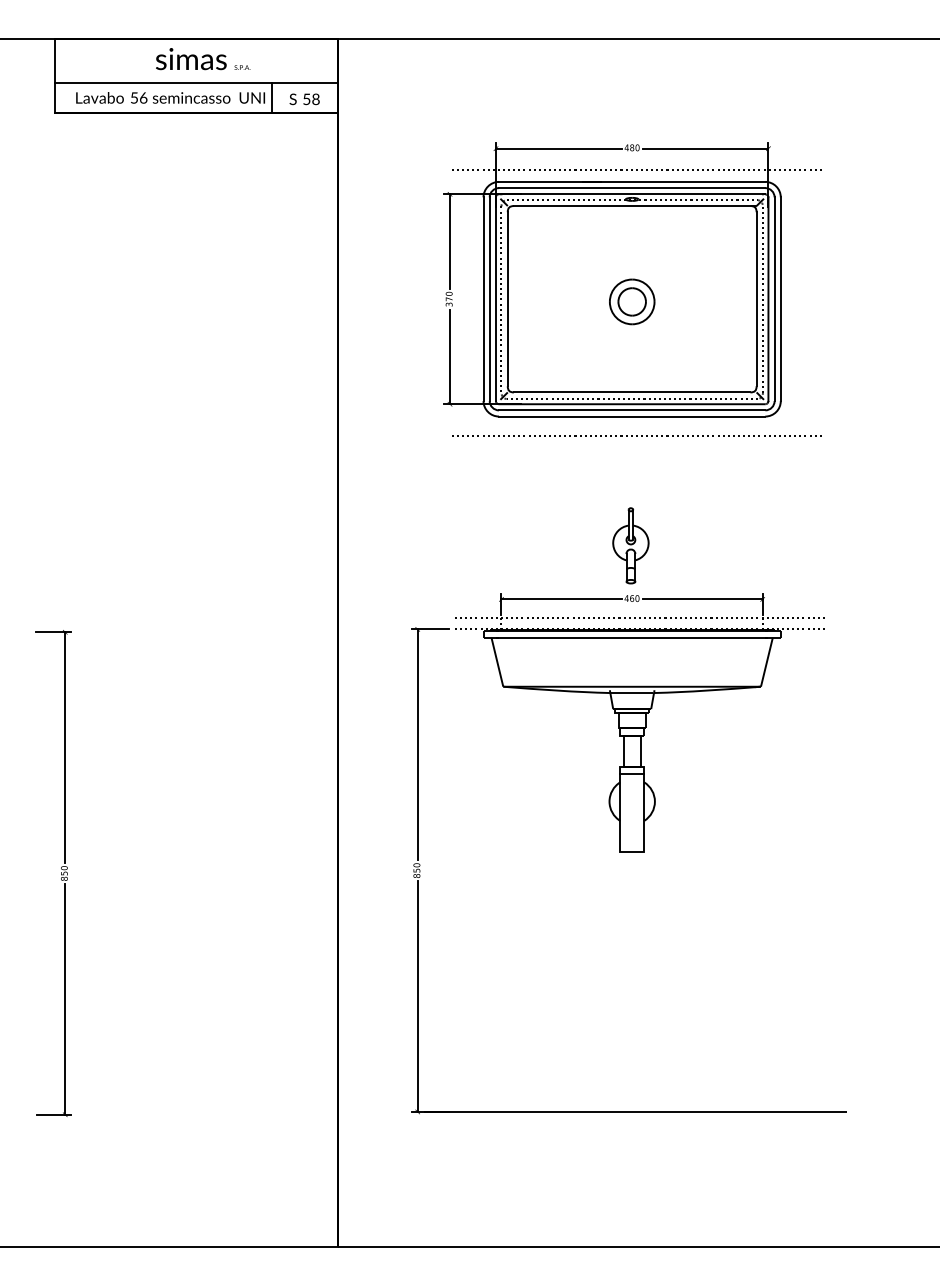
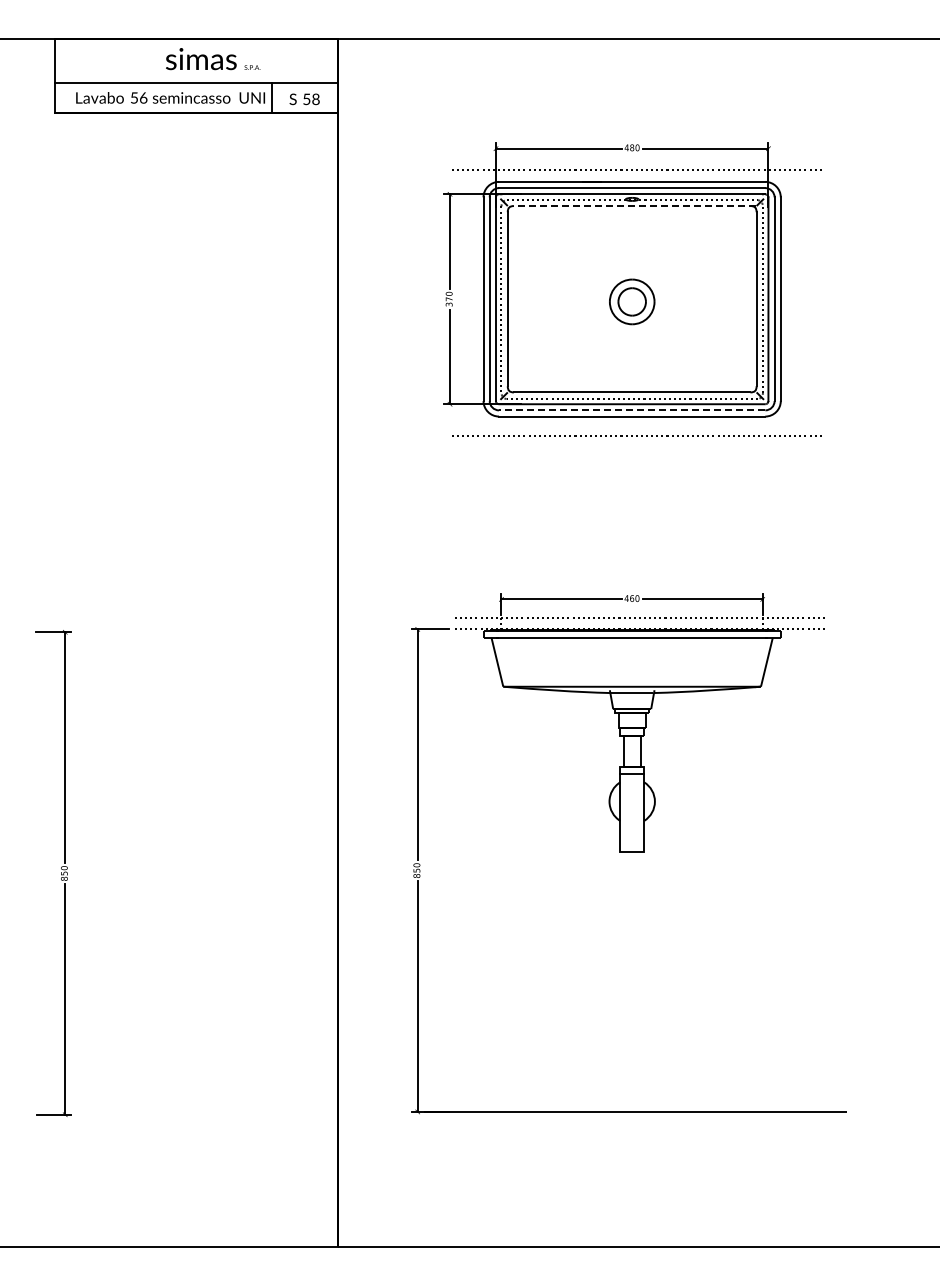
text at (203, 59) position: (203, 59) -> (213, 59)
line at (634, 206): solid -> dashed
line at (631, 410): solid -> dashed
part at (630, 545): present -> none
